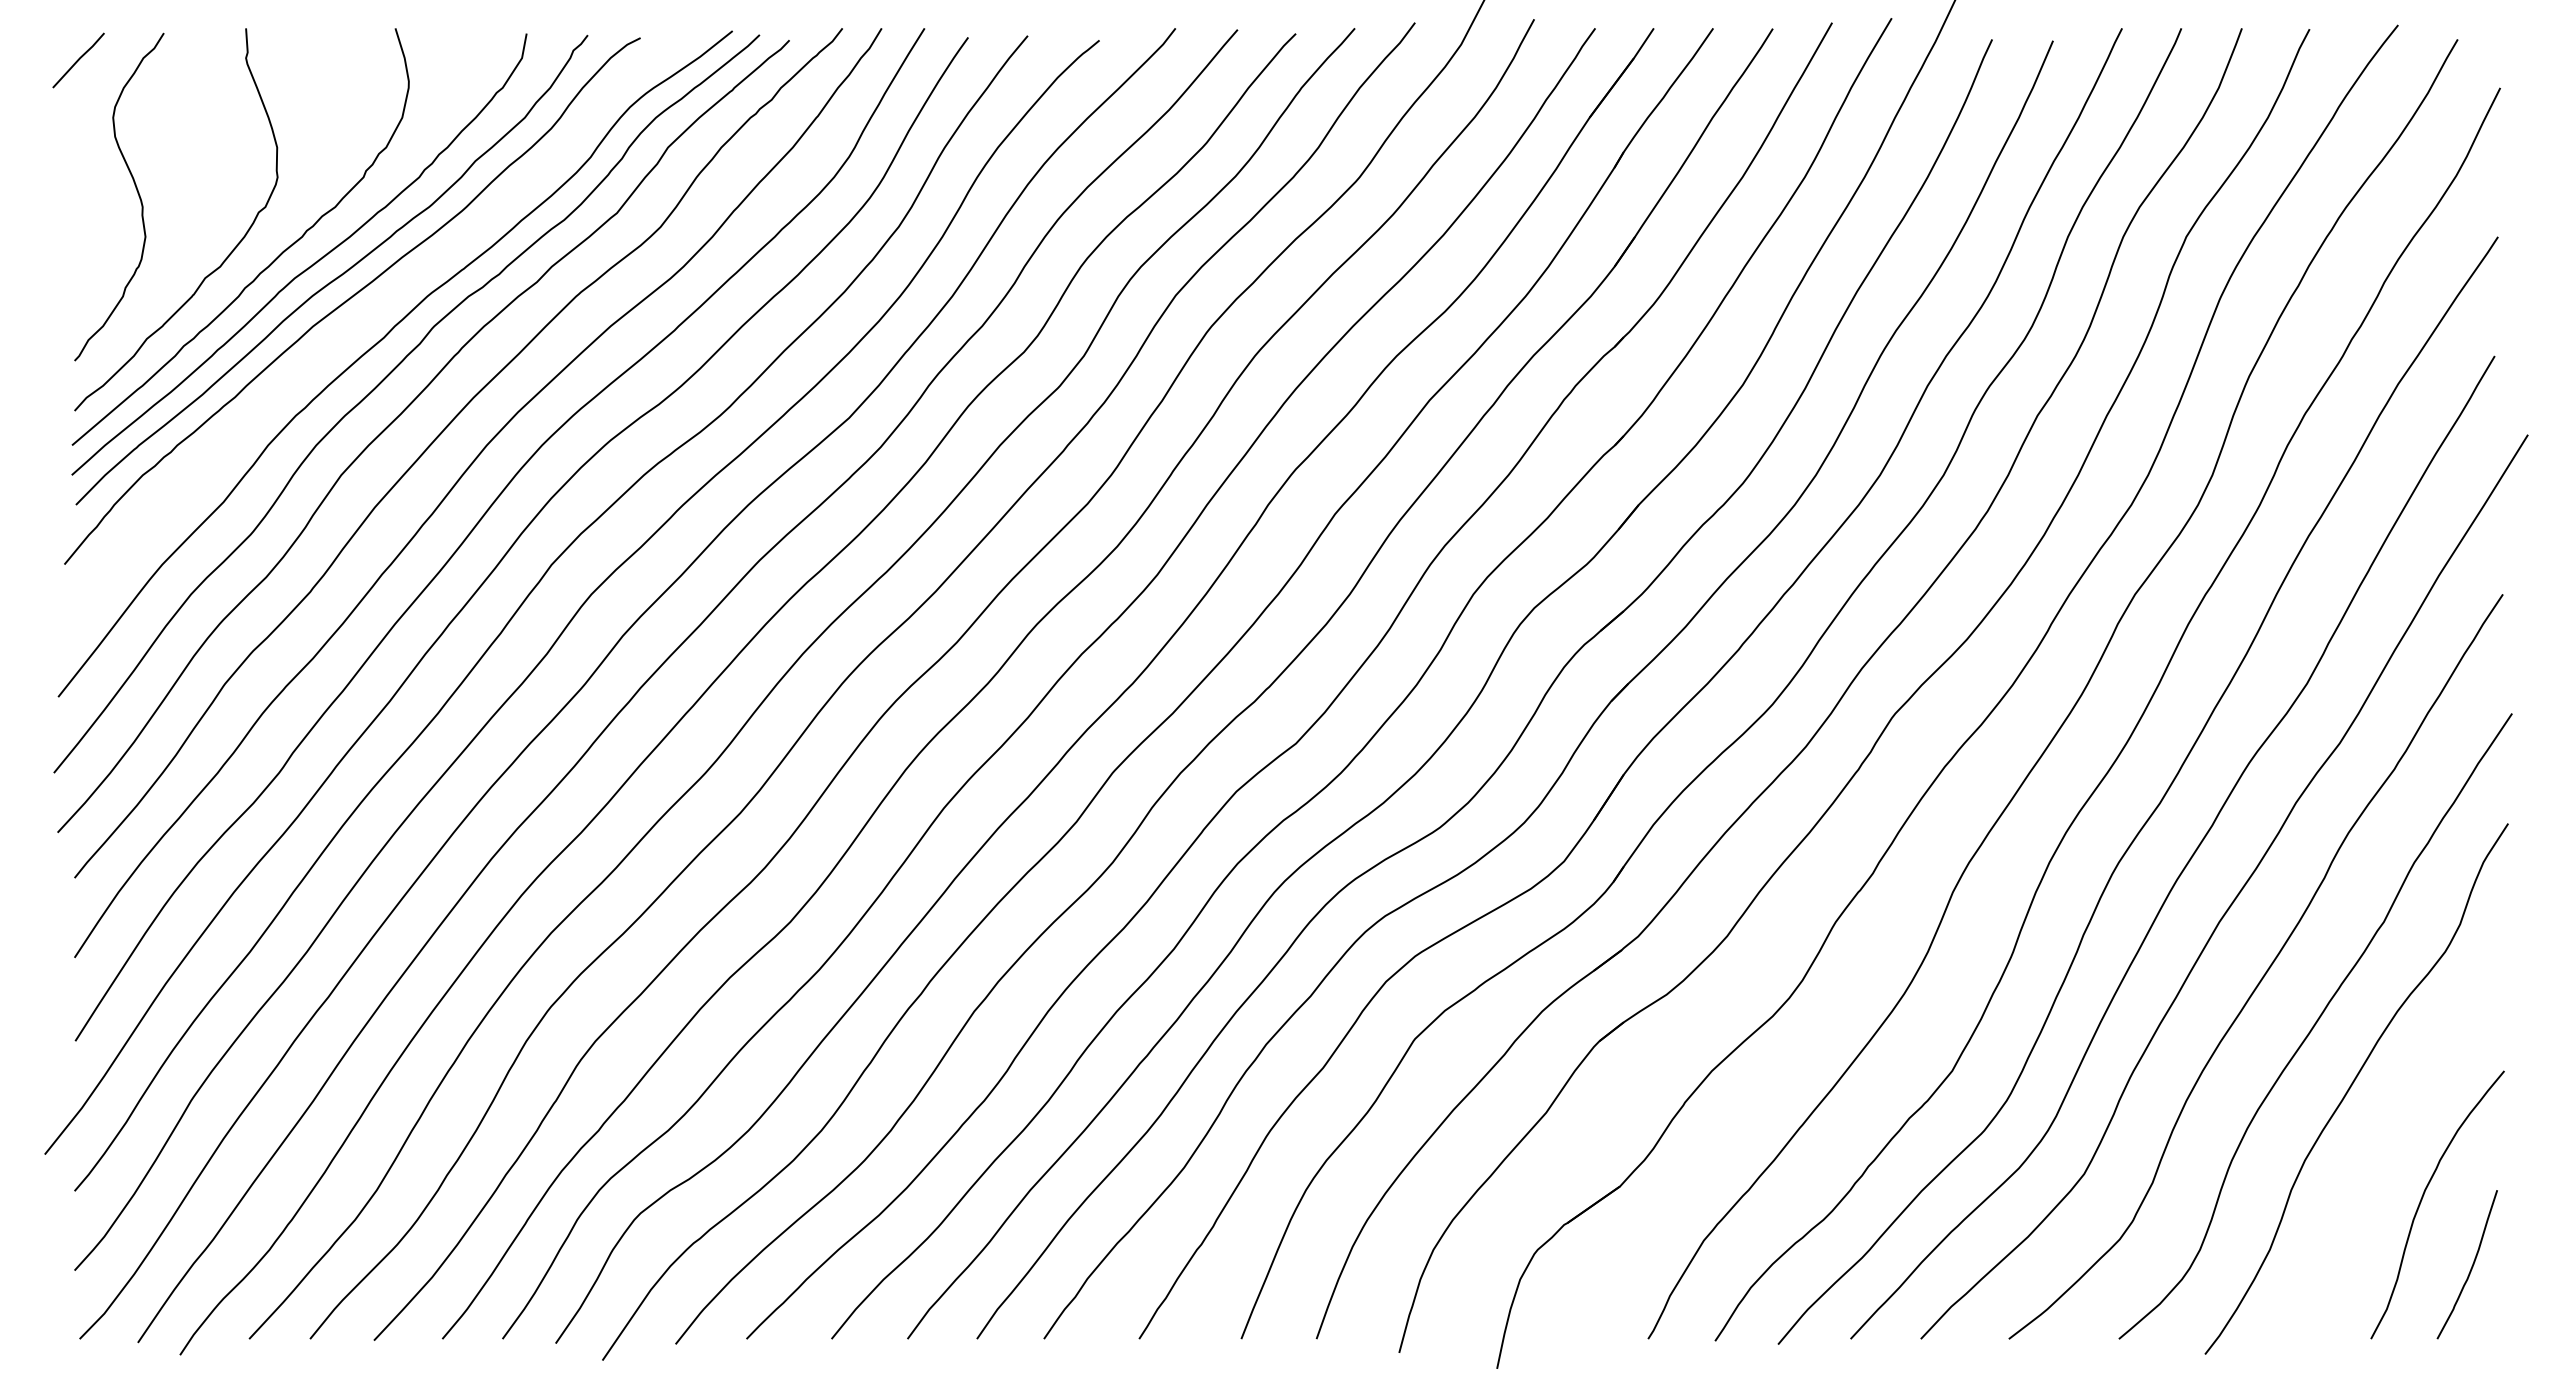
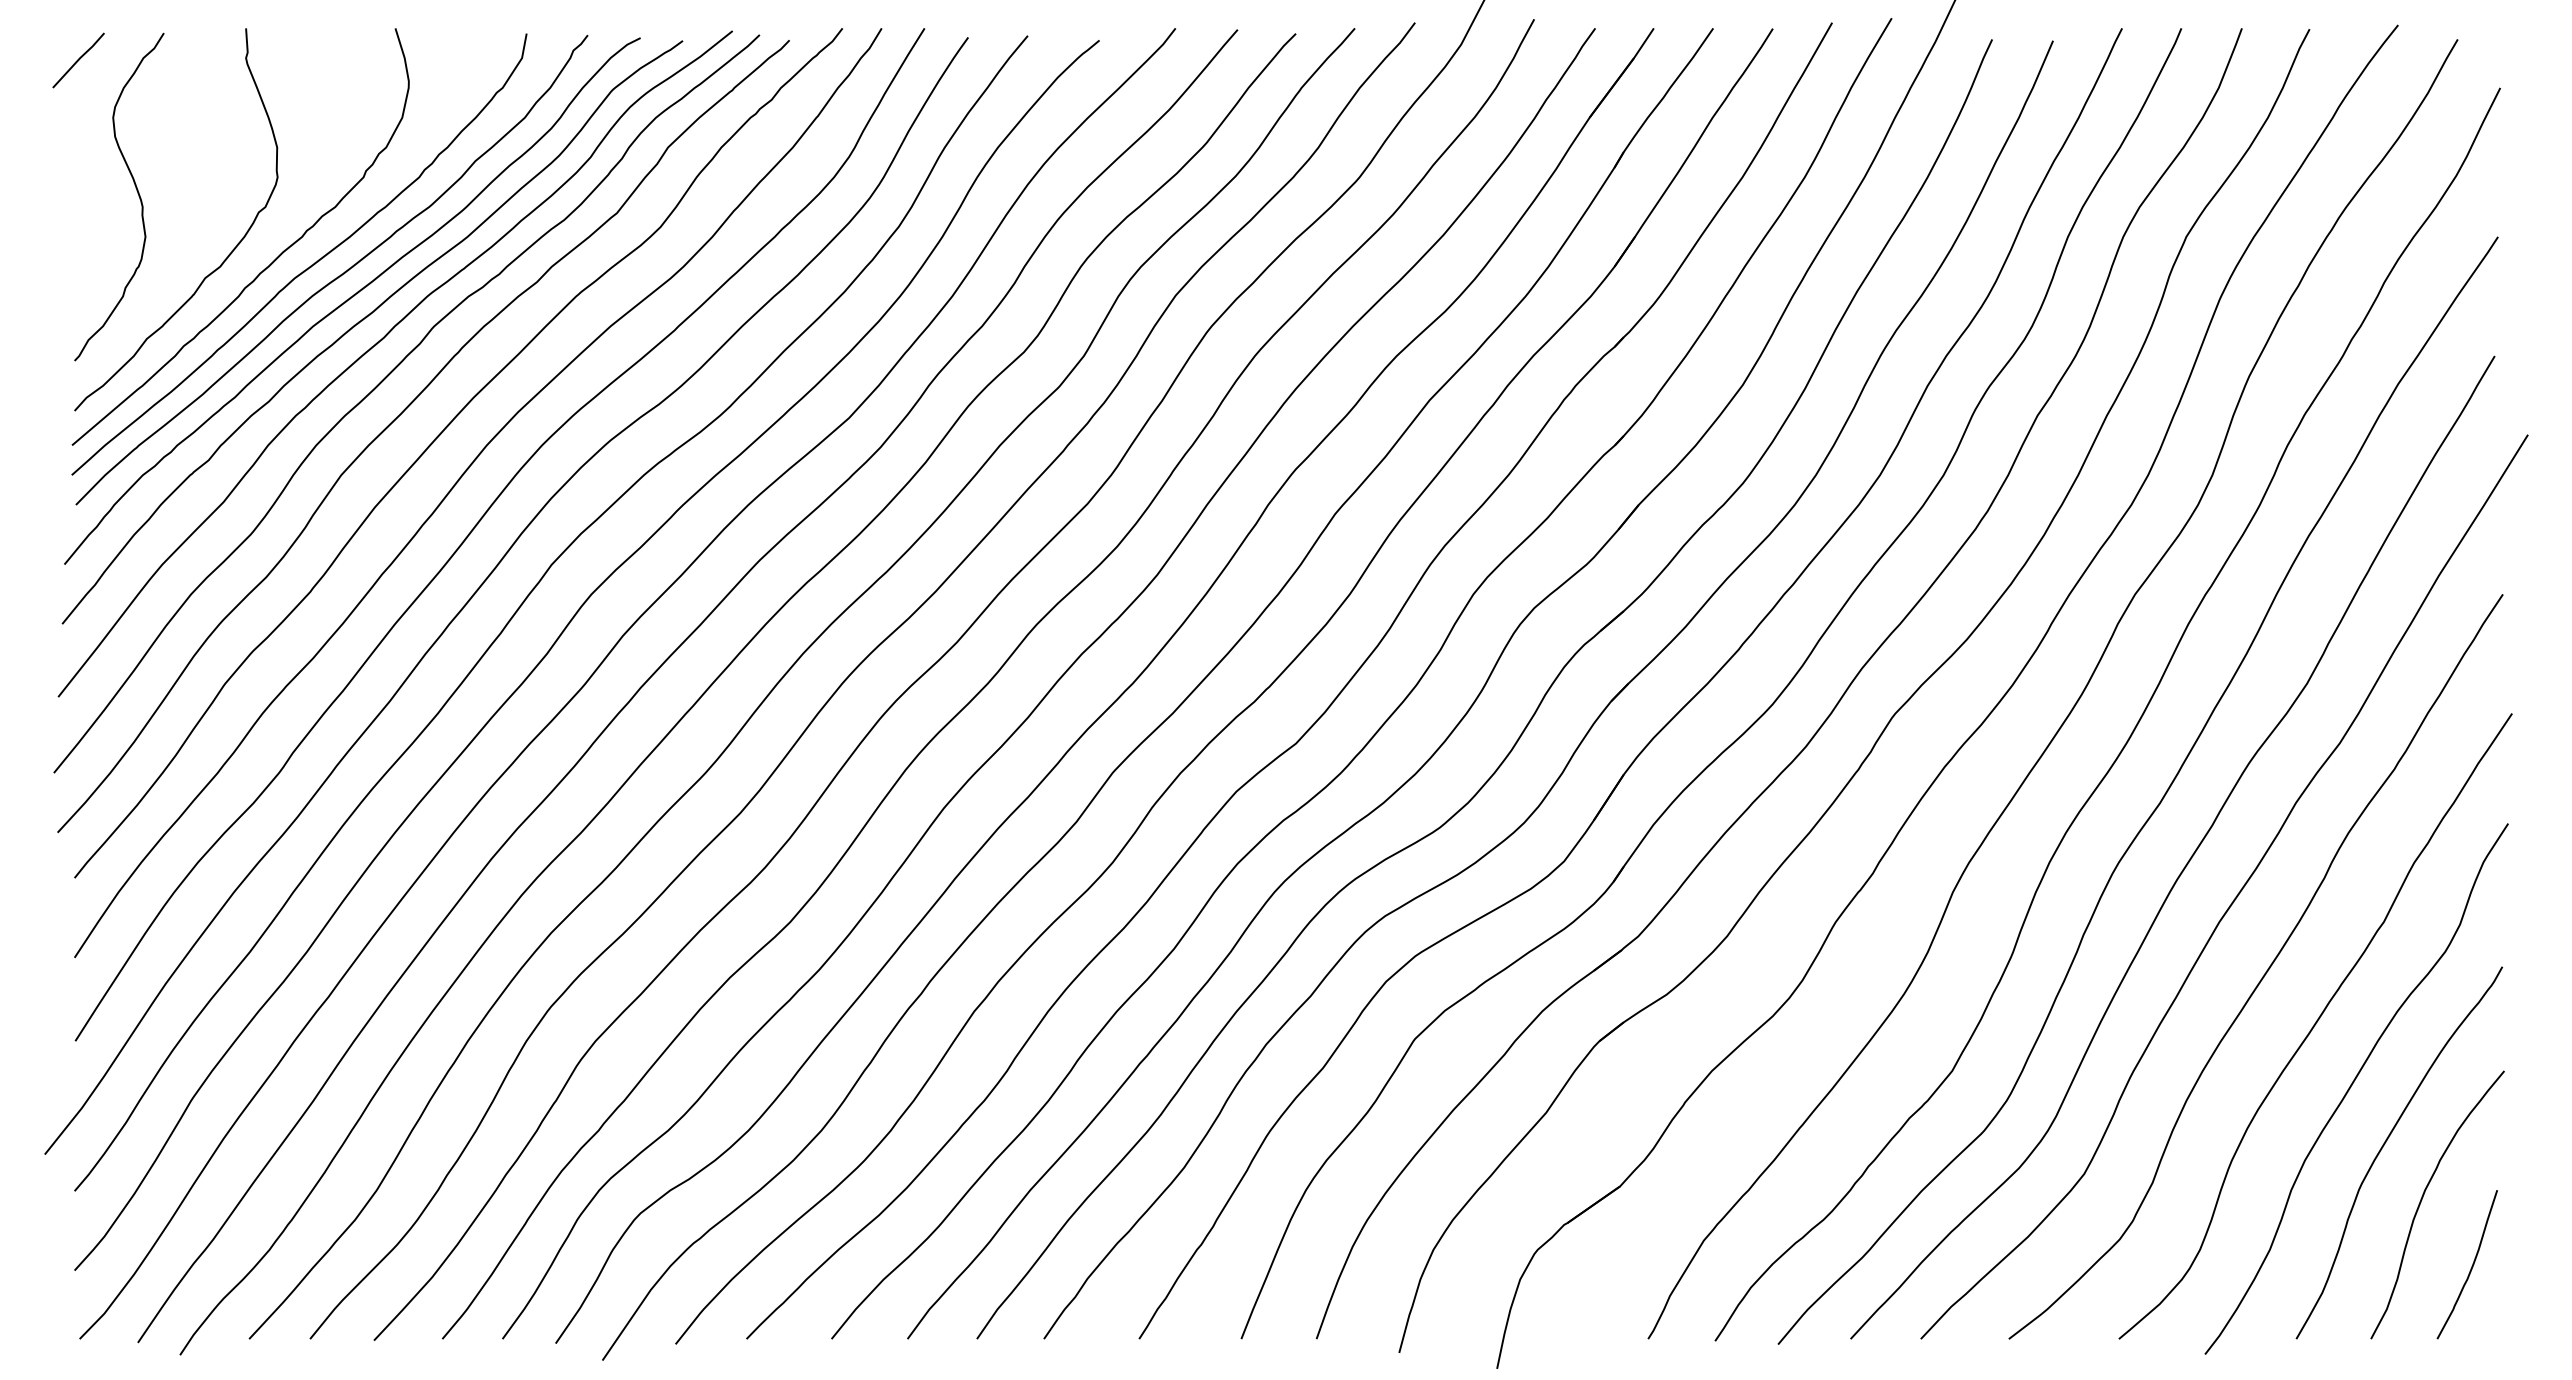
curve at (362, 321): none -> present
curve at (2385, 1144): none -> present
